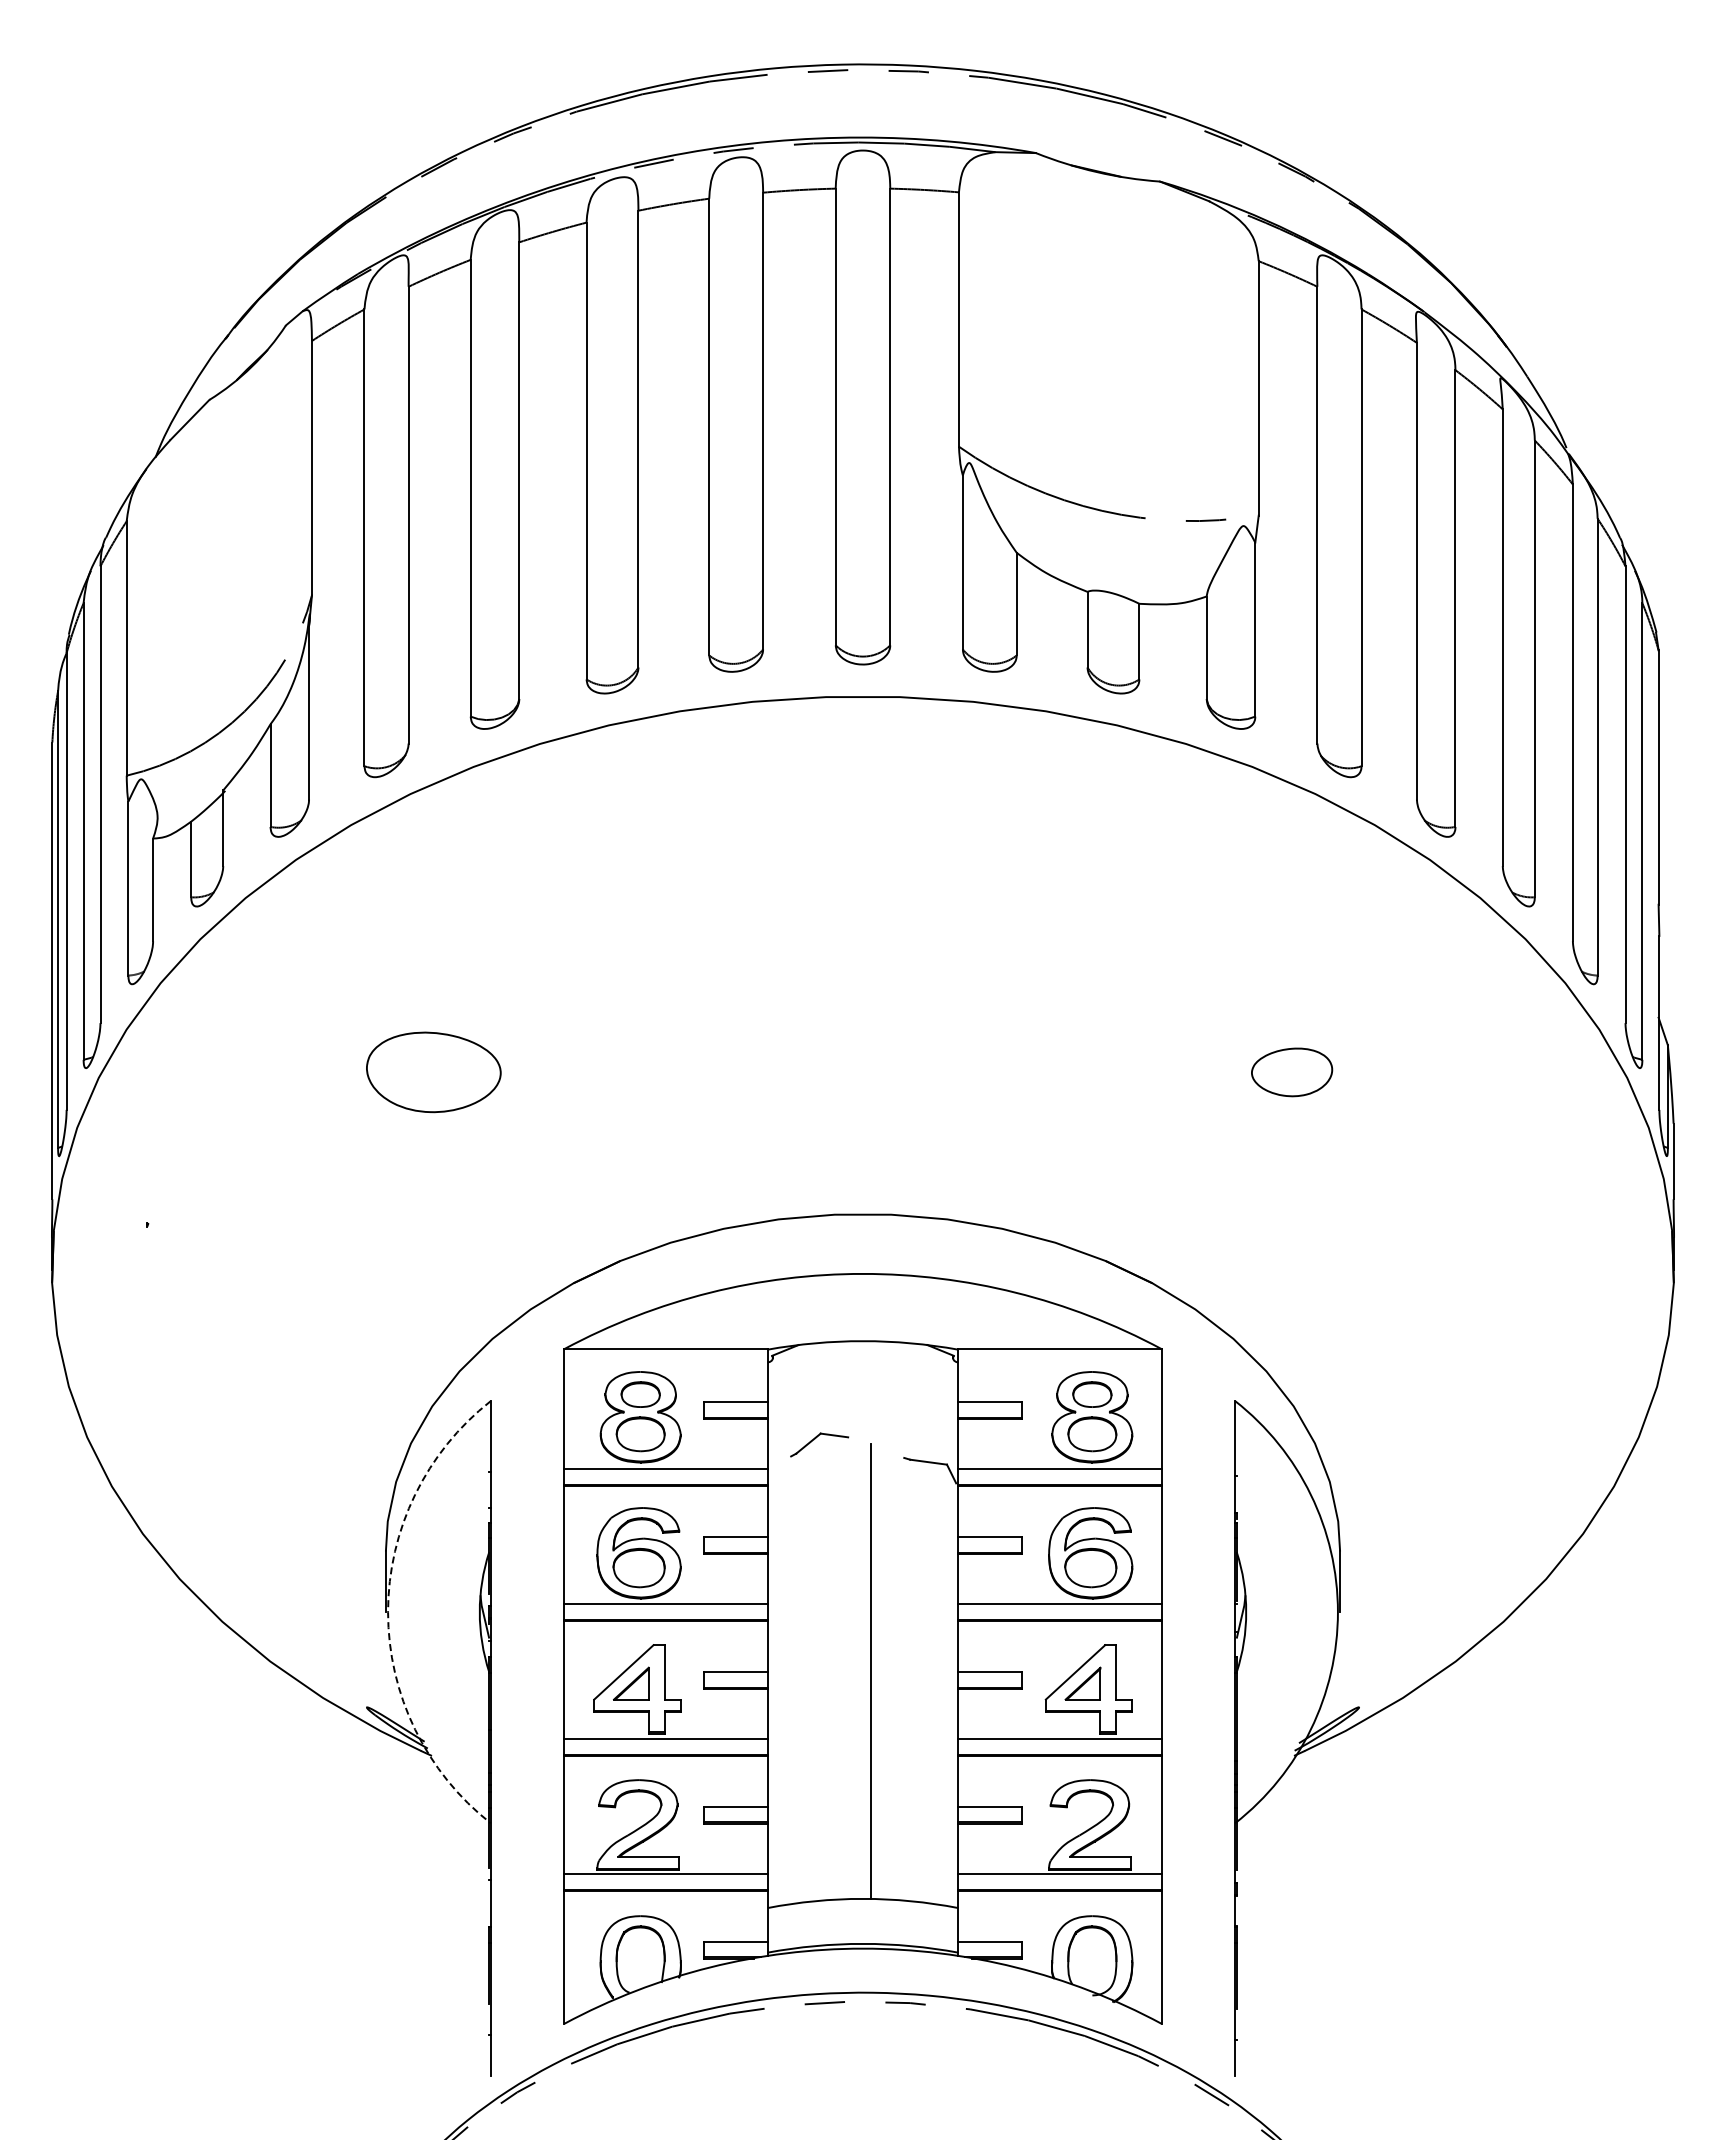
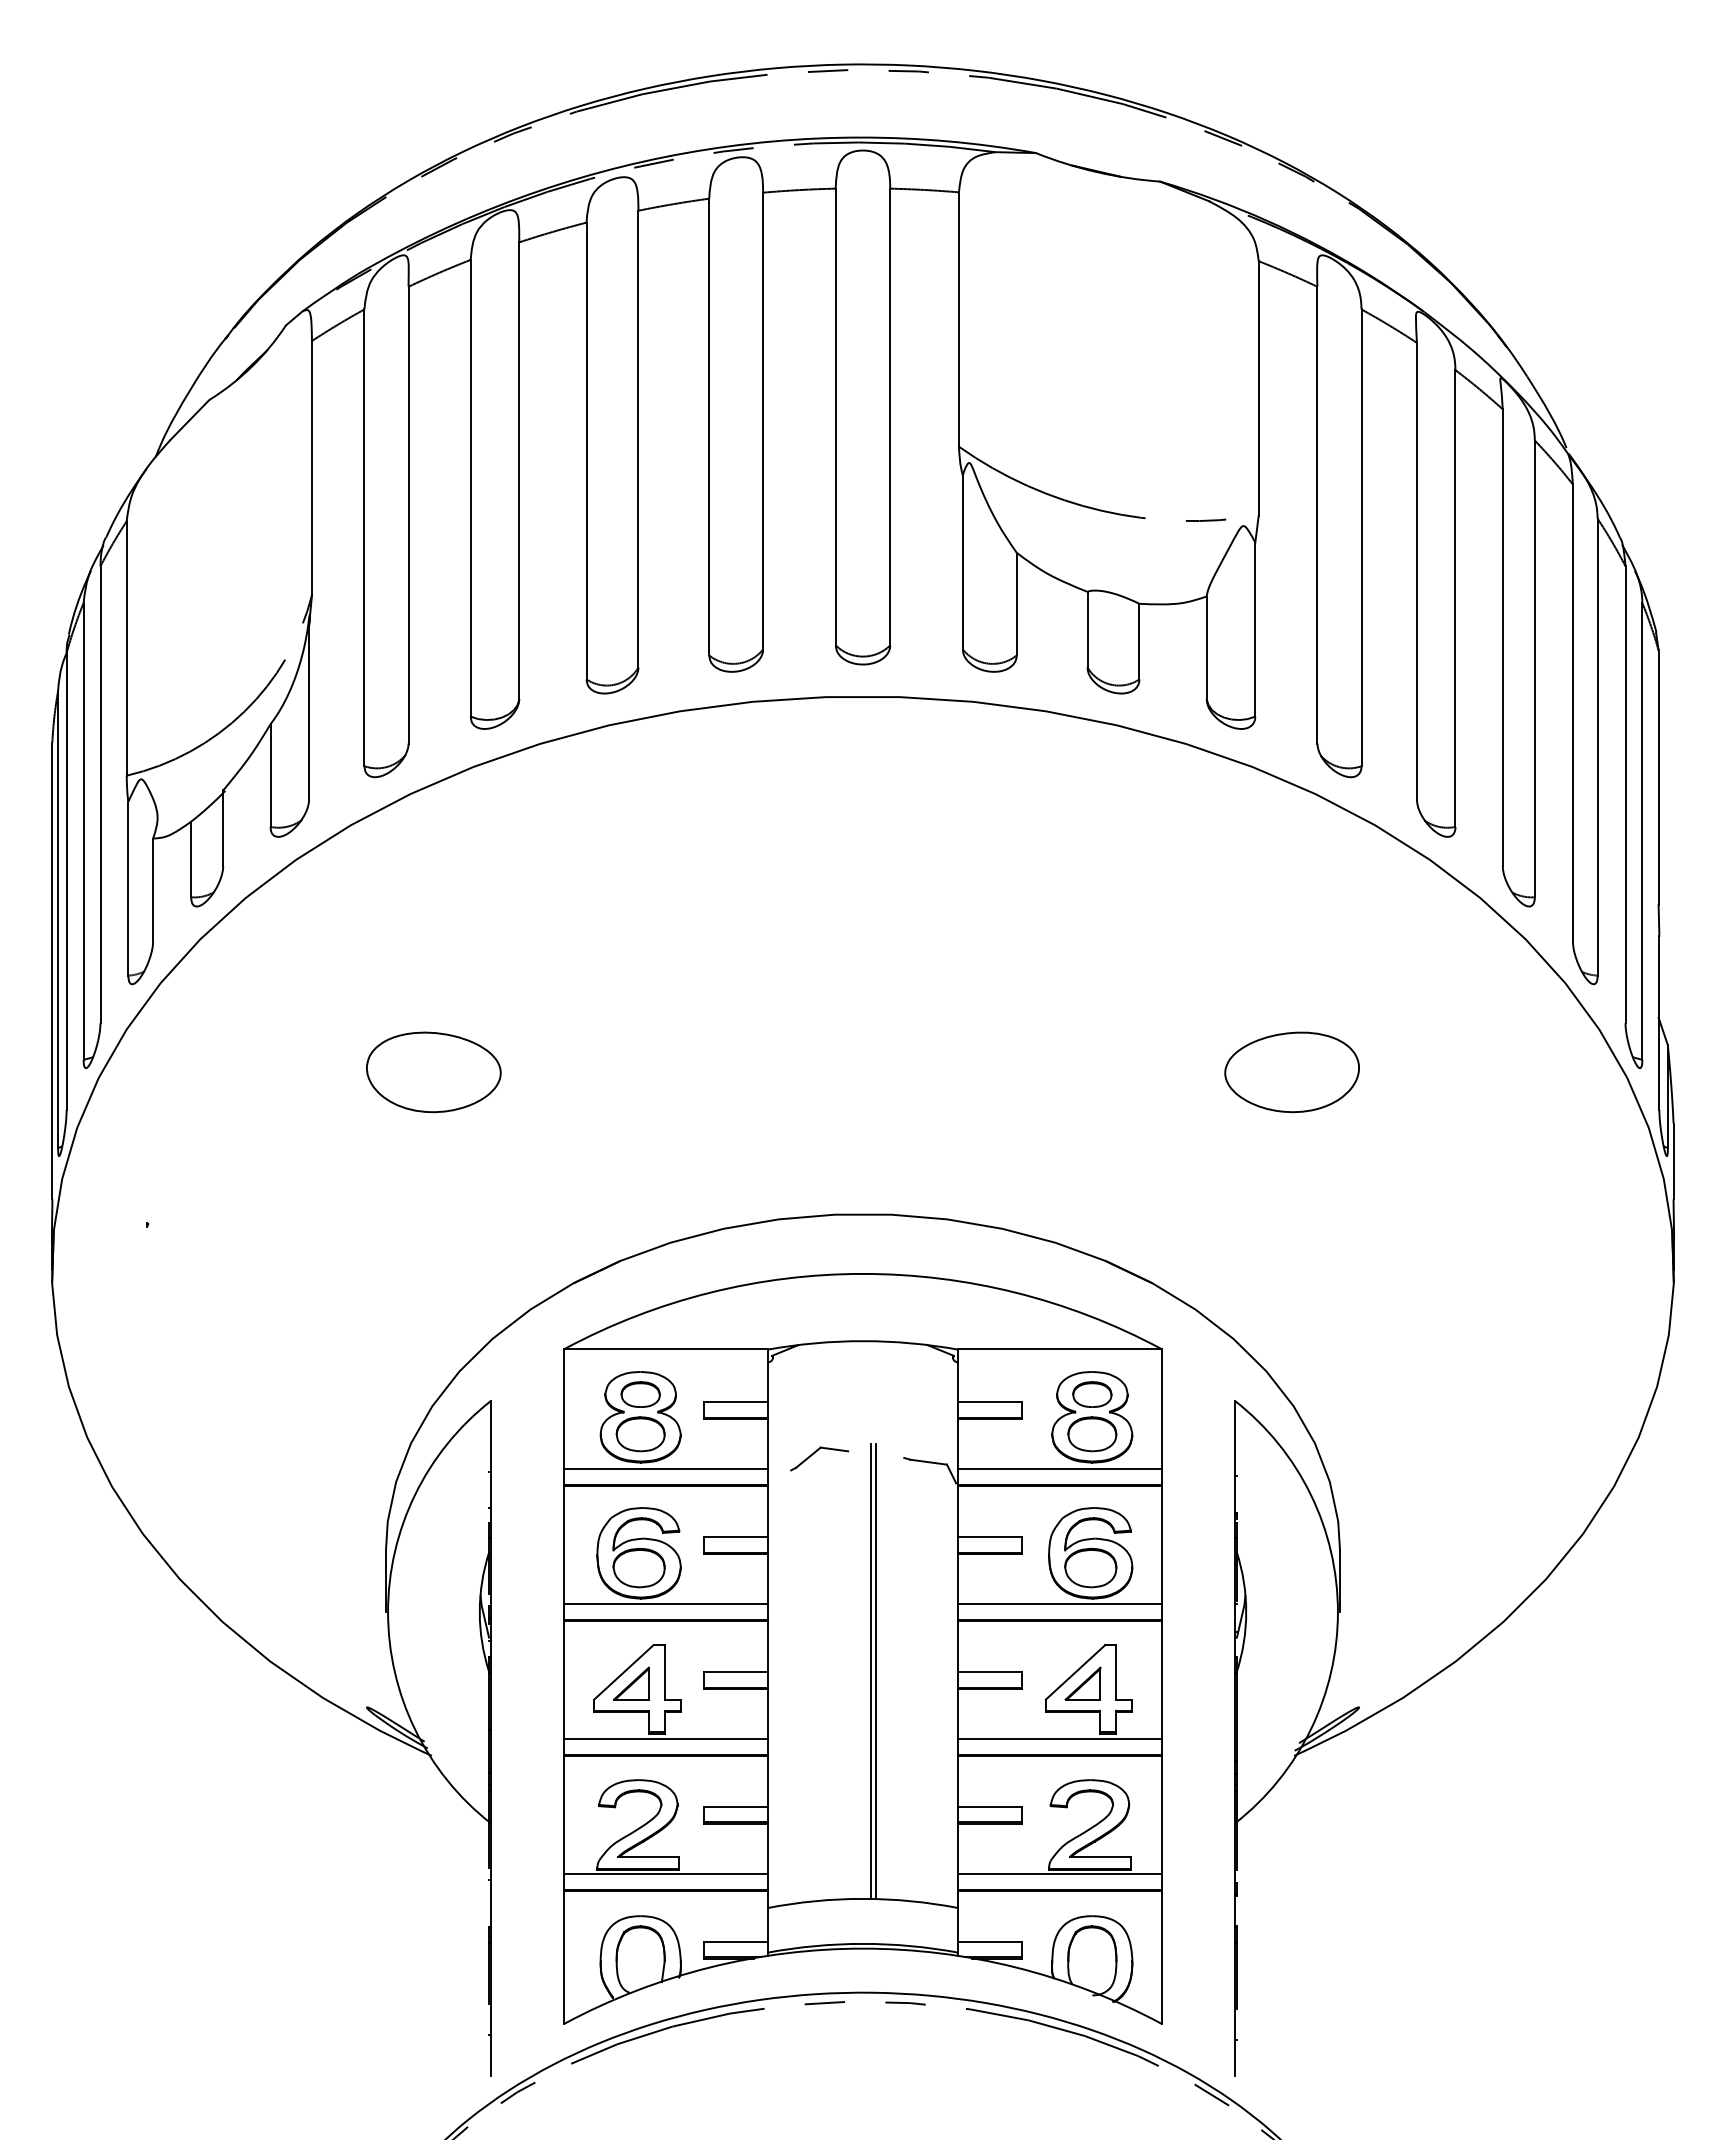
part at (1292, 1072) size: 83x51 px -> 136x83 px
part at (815, 1439) position: (815, 1439) -> (815, 1453)
arc at (388, 1612): dashed -> solid
line at (875, 1671): none -> present
